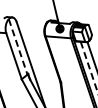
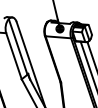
line at (18, 47): dashed -> solid
line at (89, 67): dashed -> solid
